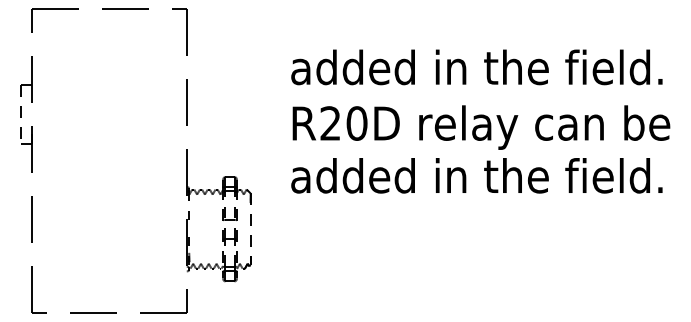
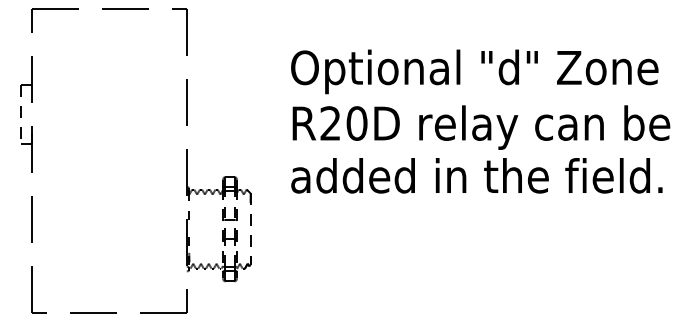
text at (476, 71): added in the field. -> Optional "d" Zone
